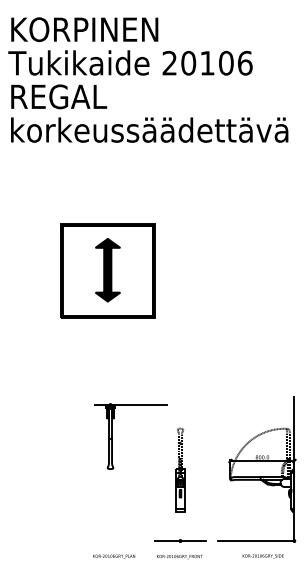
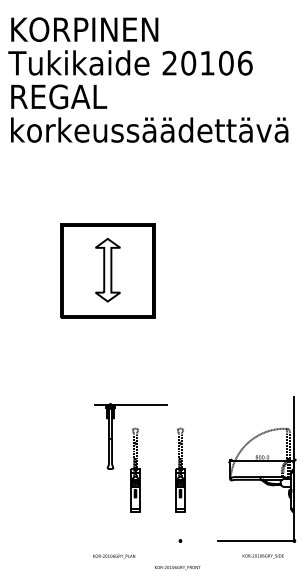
fill at (107, 269): present -> none
part at (135, 469): none -> present
line at (180, 541): present -> none
text at (179, 557) position: (179, 557) -> (177, 568)
